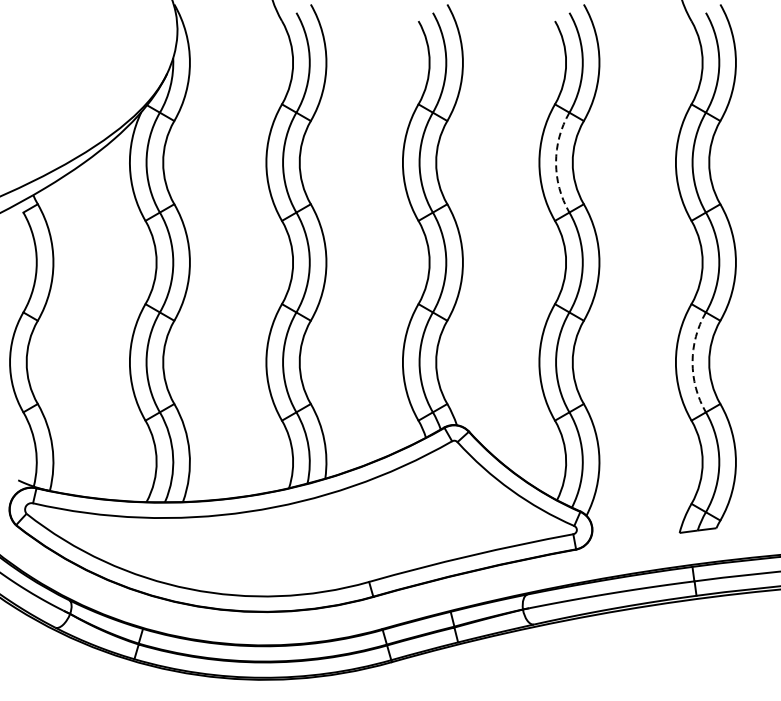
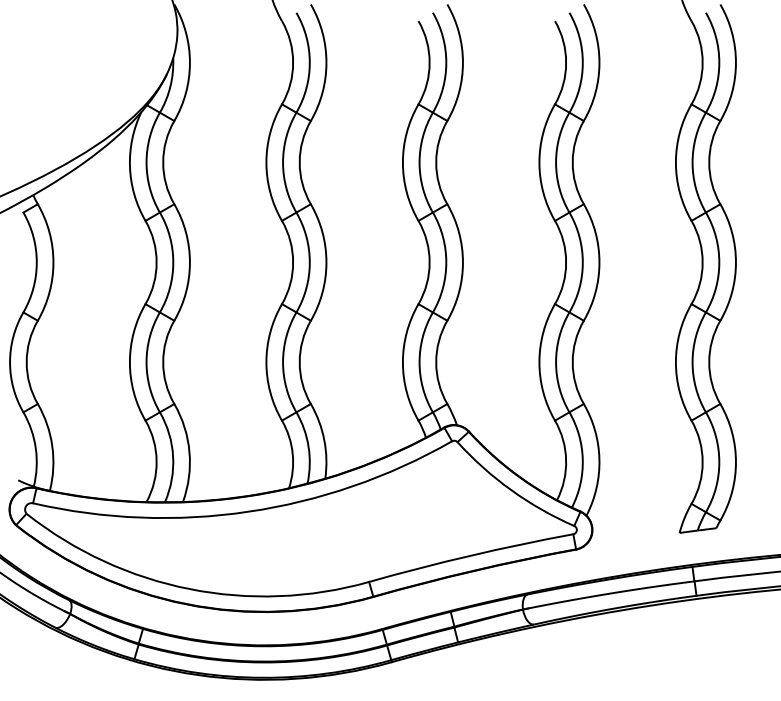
arc at (556, 162): dashed -> solid
arc at (692, 362): dashed -> solid
